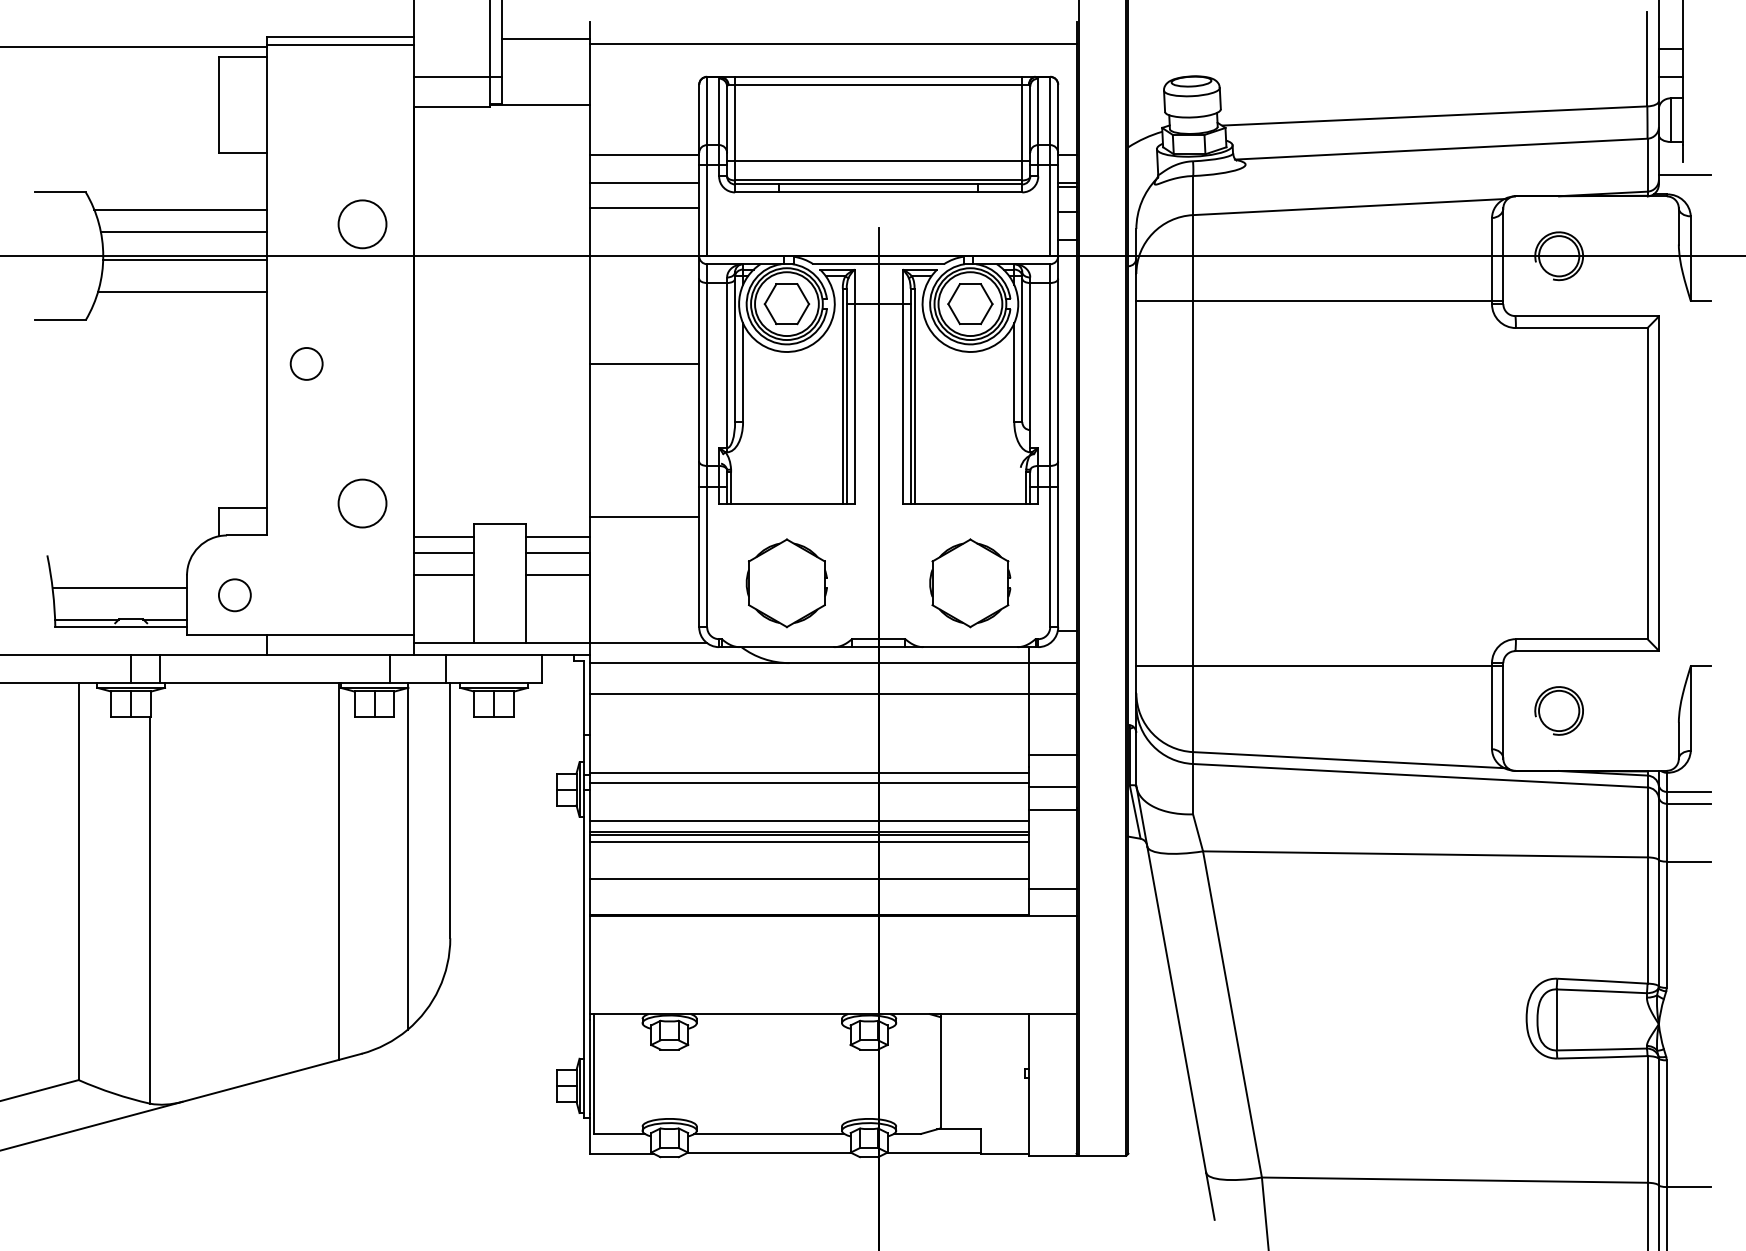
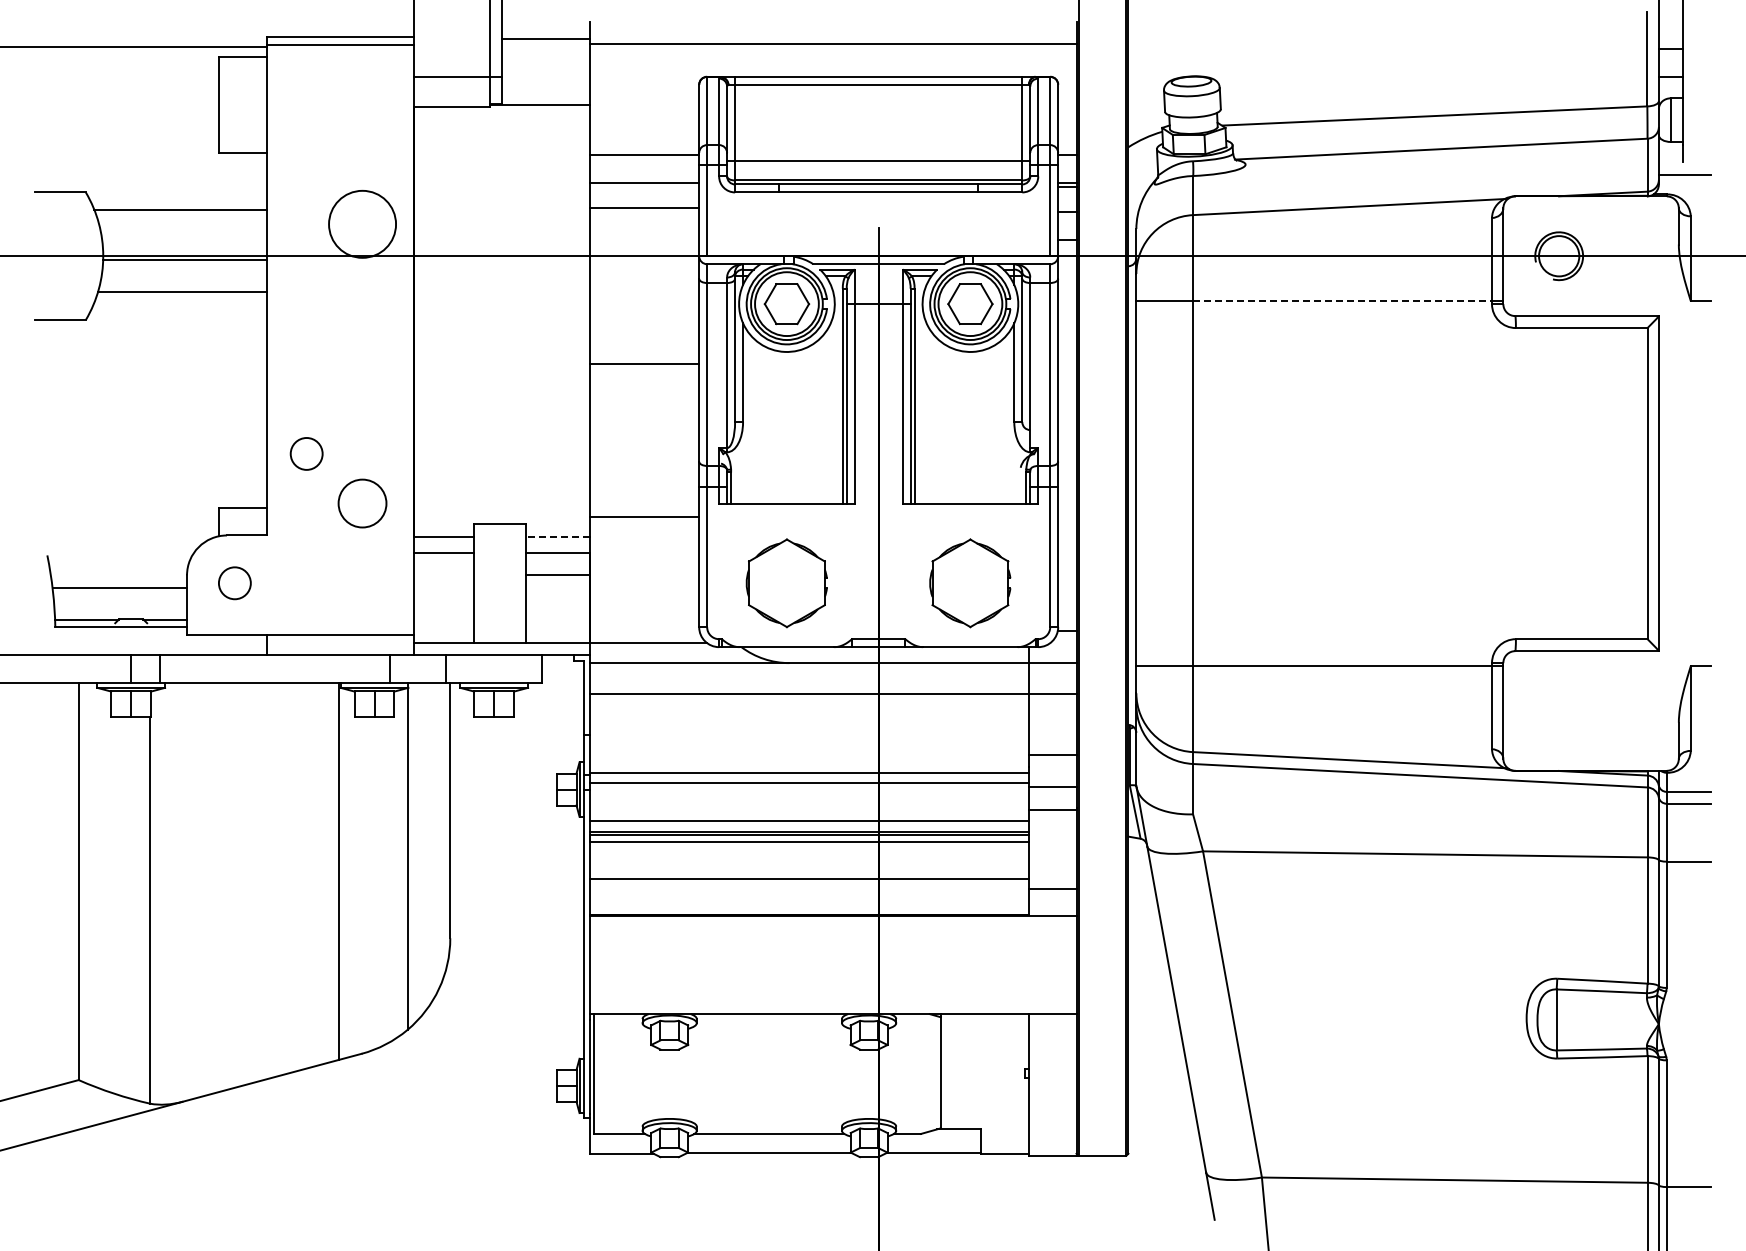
circle at (362, 224) diameter: 48 px -> 67 px
line at (183, 232): present -> none
line at (1343, 301): solid -> dashed
circle at (306, 363) position: (306, 363) -> (306, 453)
line at (557, 536): solid -> dashed
line at (444, 575): present -> none
circle at (234, 595) position: (234, 595) -> (234, 583)
part at (1558, 710): present -> none
